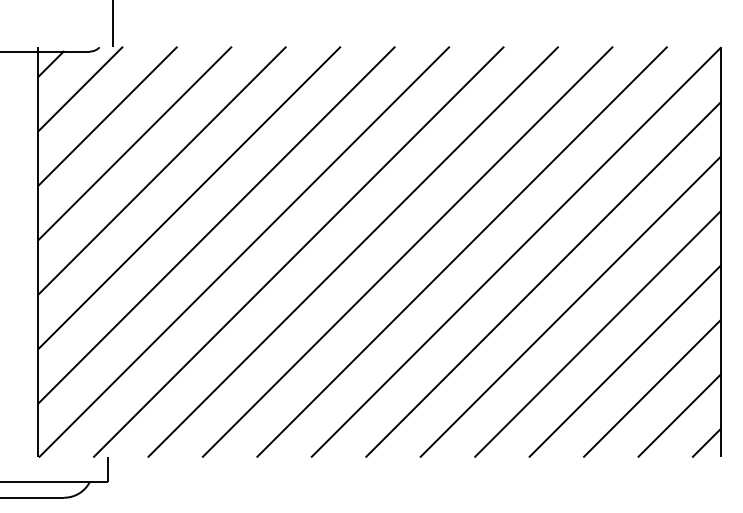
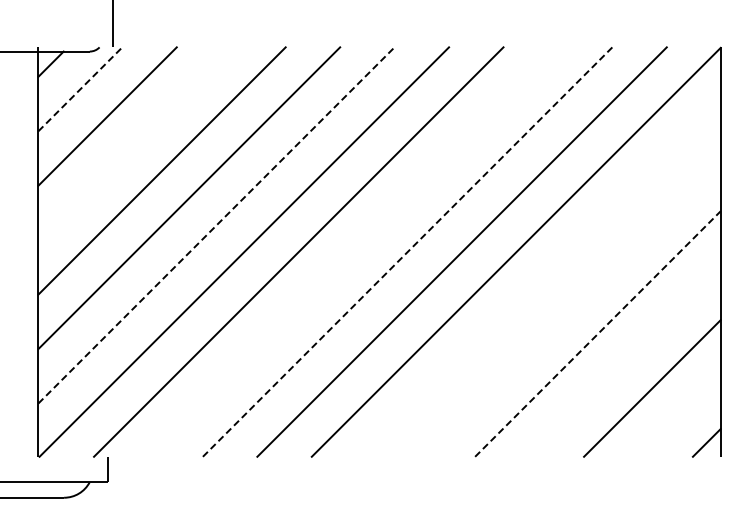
line at (80, 88): solid -> dashed
line at (134, 143): present -> none
line at (216, 225): solid -> dashed
line at (352, 251): present -> none
line at (407, 252): solid -> dashed
line at (543, 279): present -> none
line at (570, 306): present -> none
line at (597, 334): solid -> dashed
line at (624, 360): present -> none
line at (679, 415): present -> none
